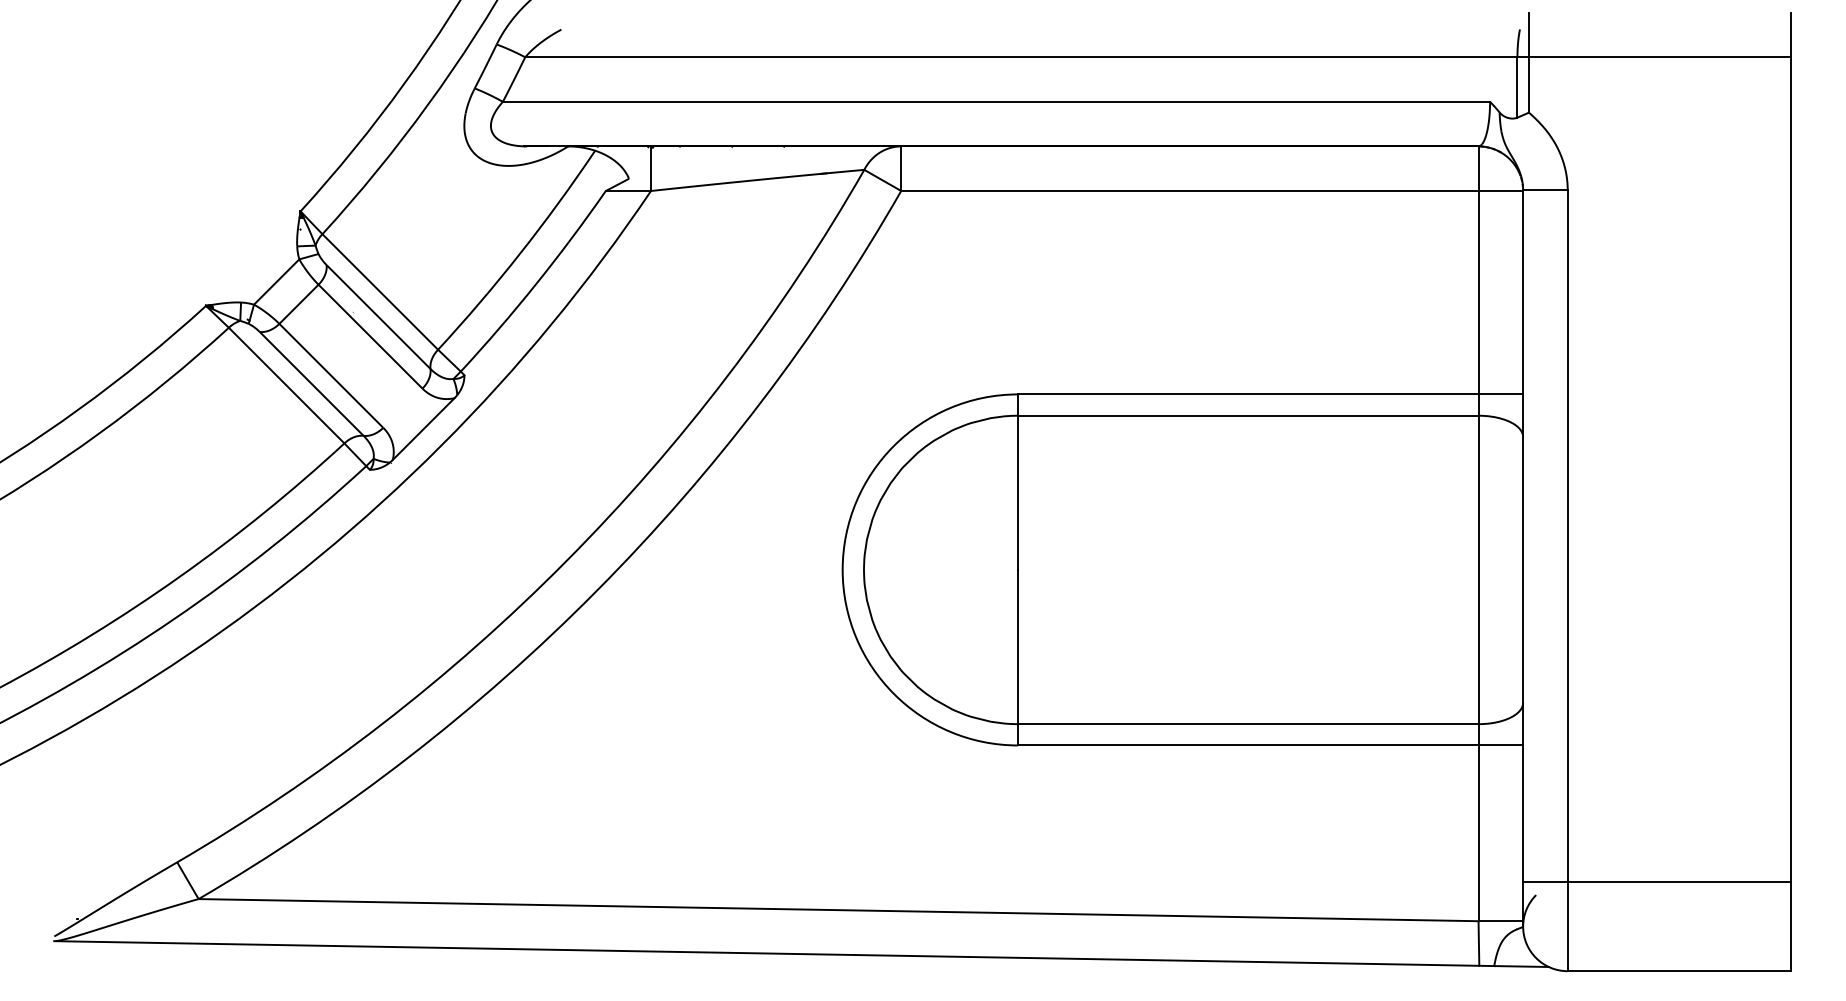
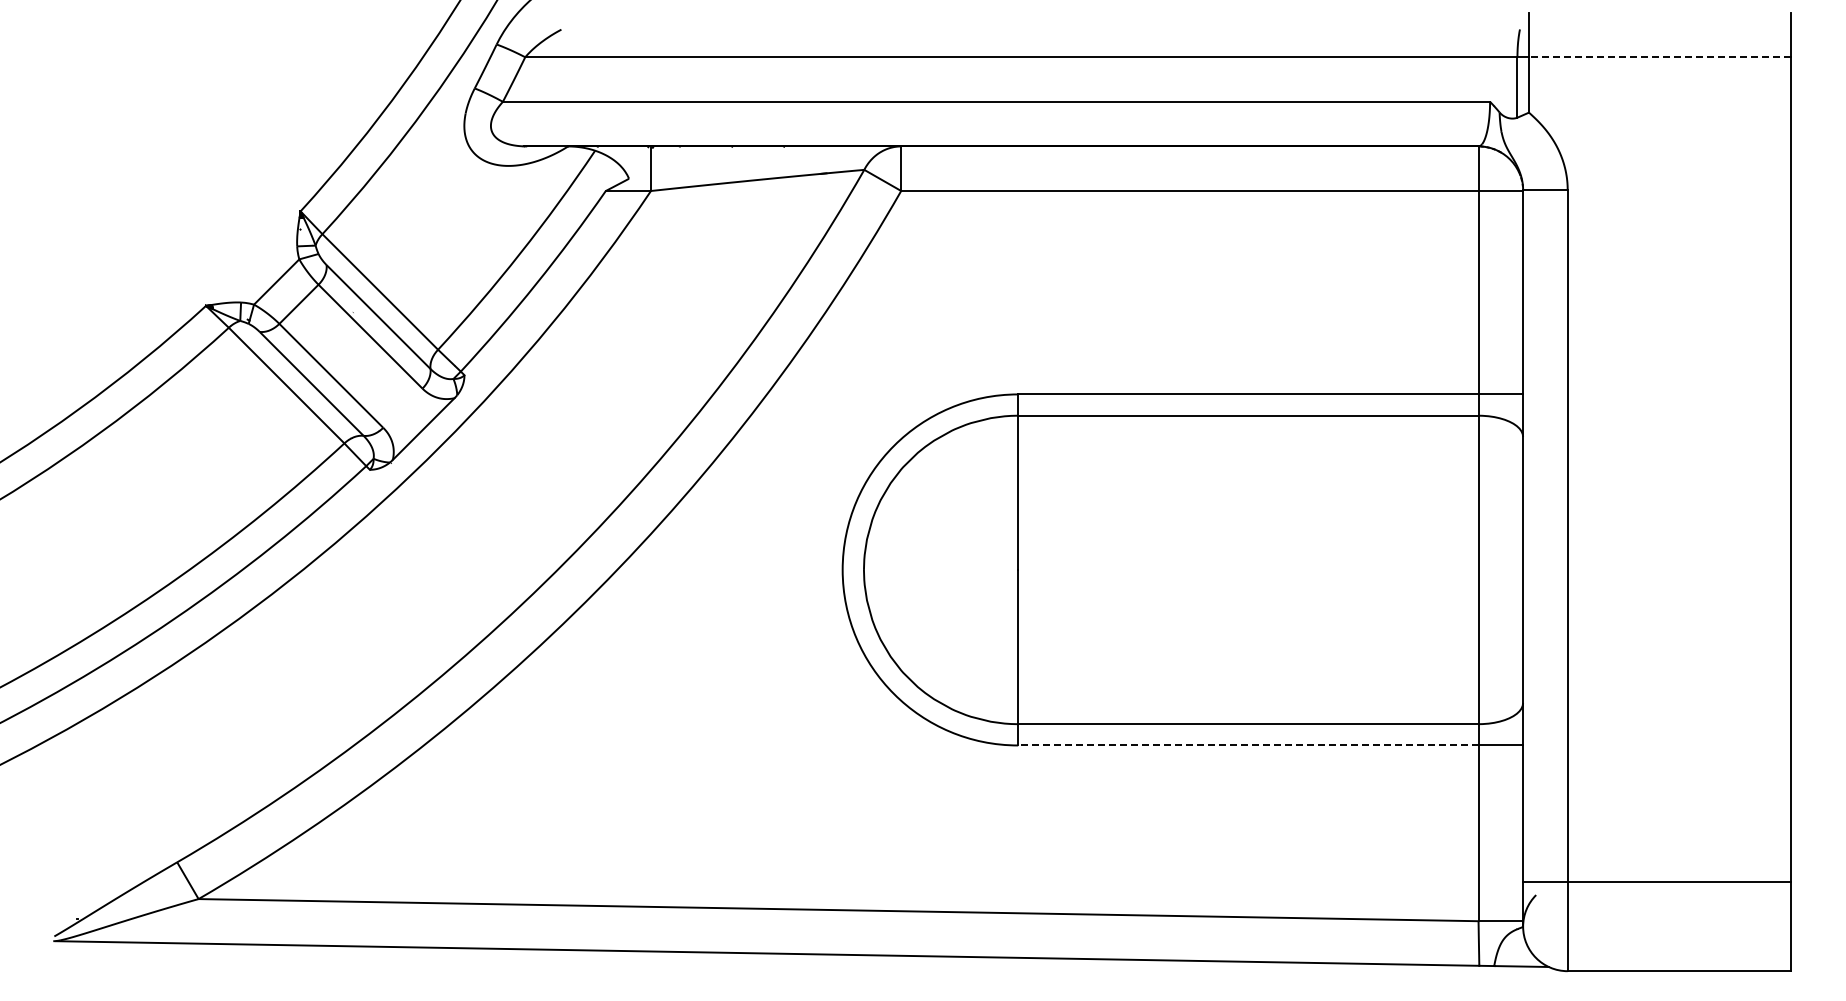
line at (1659, 57): solid -> dashed
line at (1247, 745): solid -> dashed
